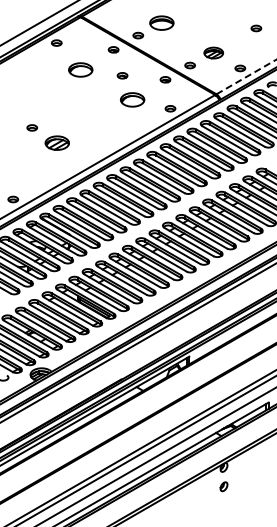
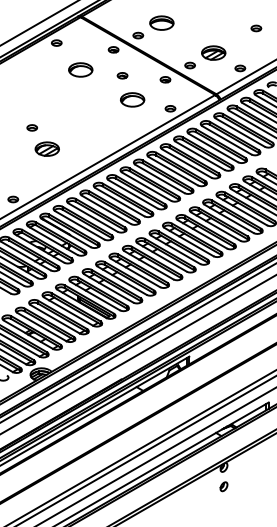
part at (213, 52) size: 22x14 px -> 26x16 px
line at (246, 76): dashed -> solid
part at (56, 142) position: (56, 142) -> (46, 148)
line at (137, 354): none -> present
